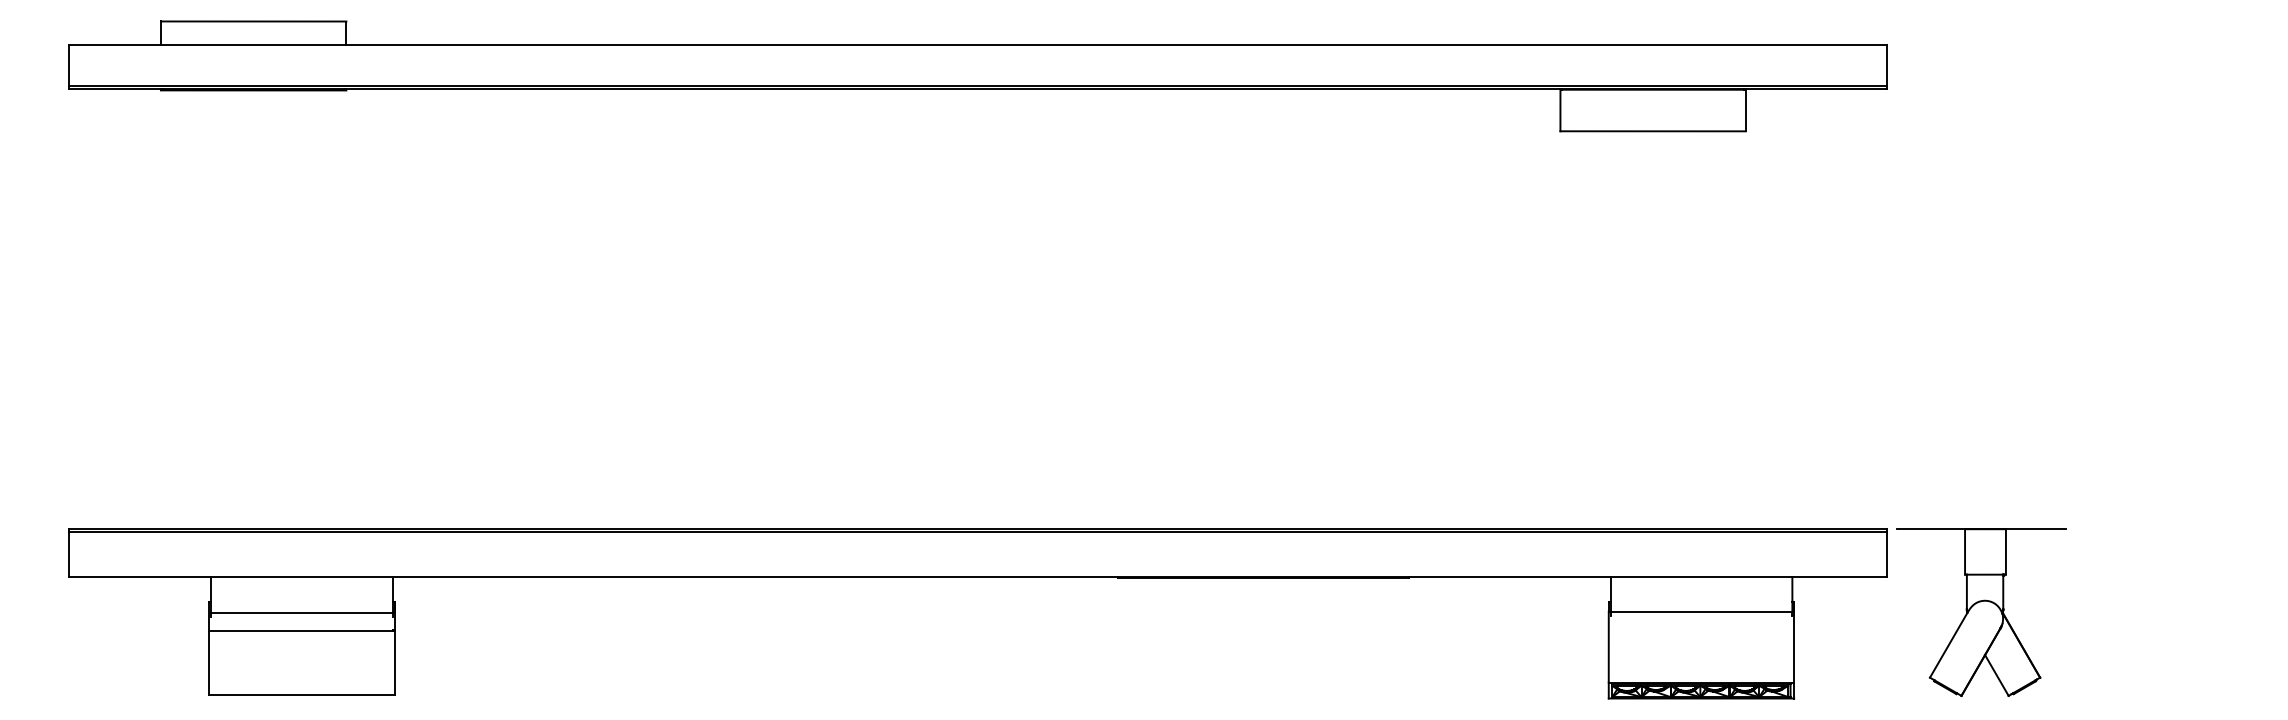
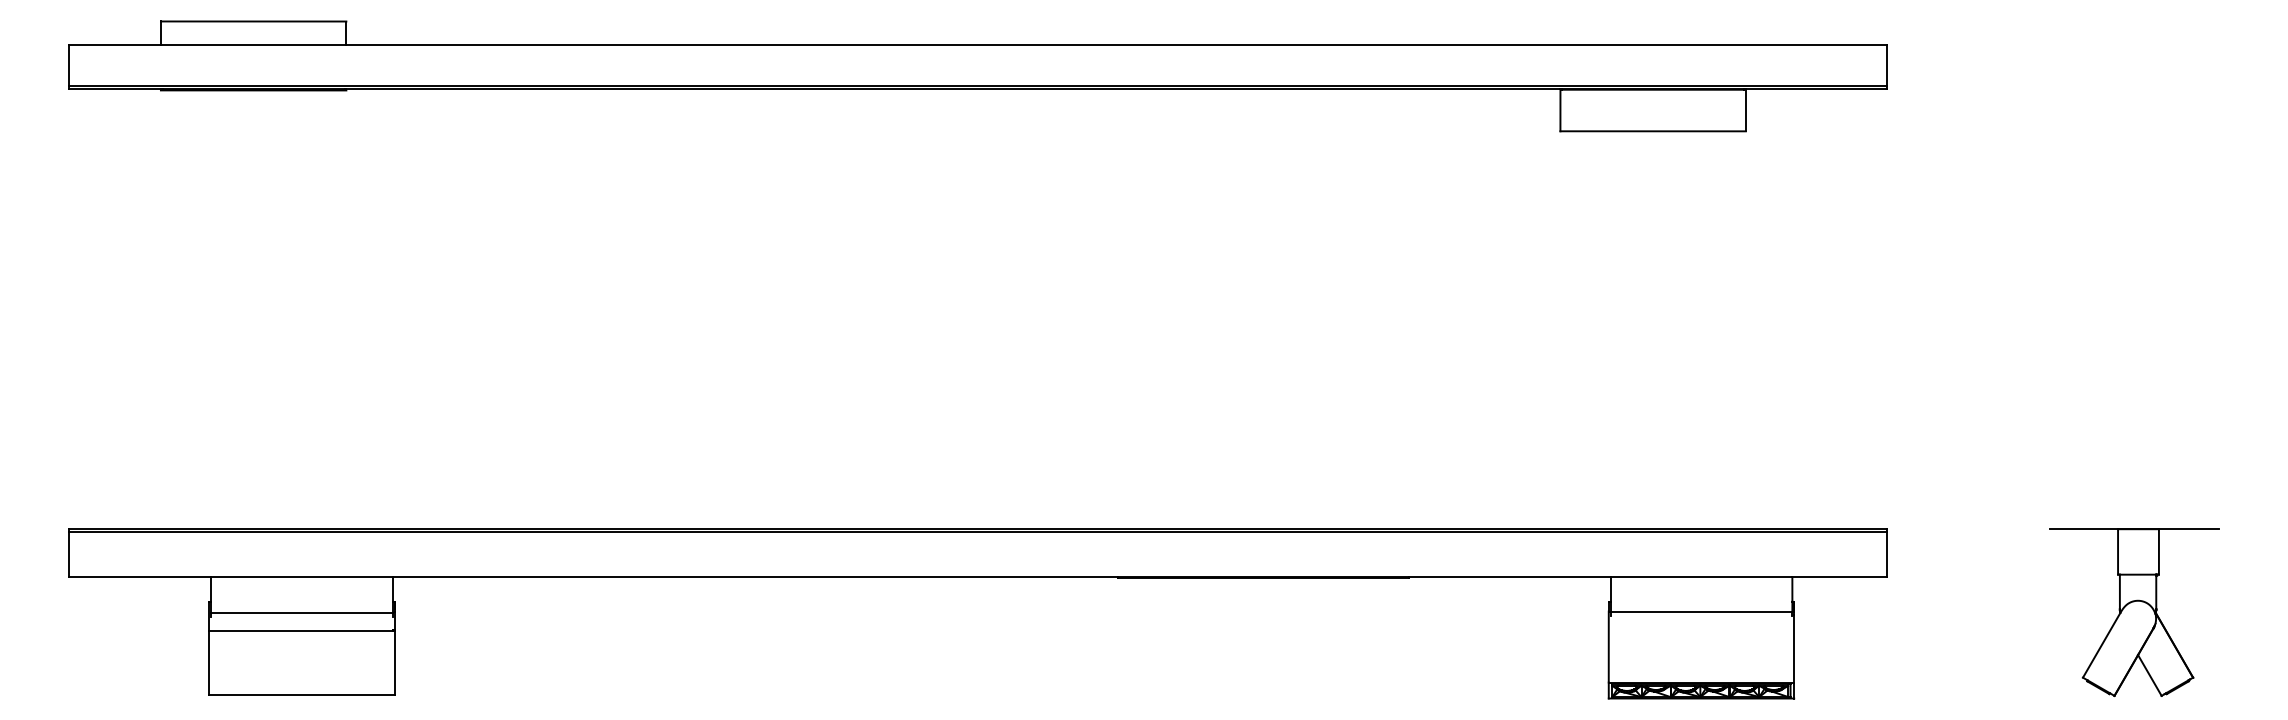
part at (1981, 612) position: (1981, 612) -> (2134, 612)
